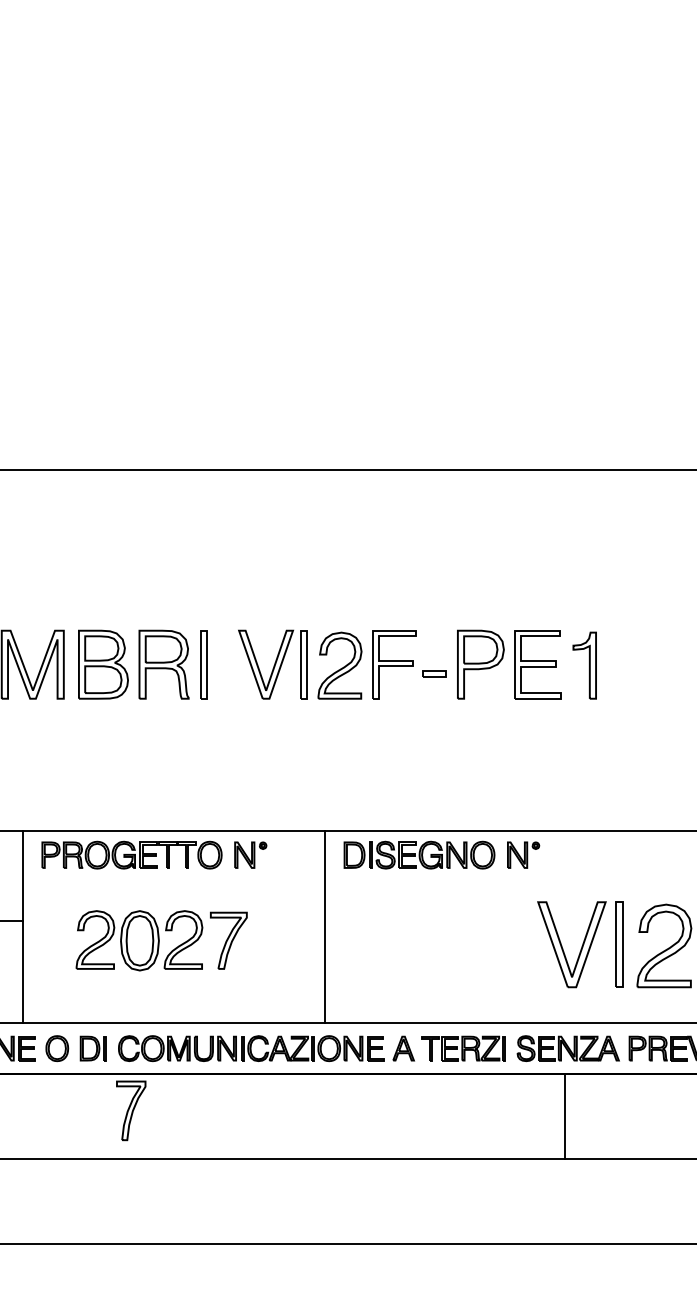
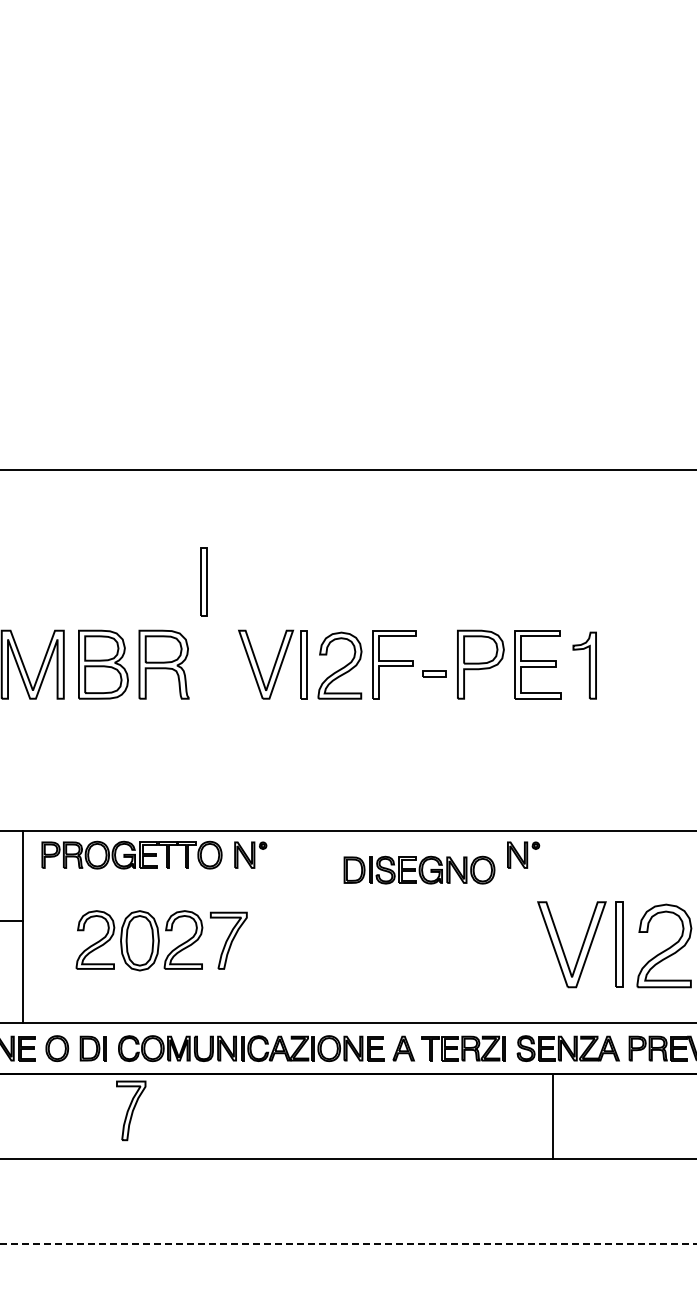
part at (203, 664) position: (203, 664) -> (203, 581)
part at (419, 854) position: (419, 854) -> (419, 869)
line at (324, 926): present -> none
line at (564, 1115) position: (564, 1115) -> (552, 1115)
line at (349, 1243): solid -> dashed
